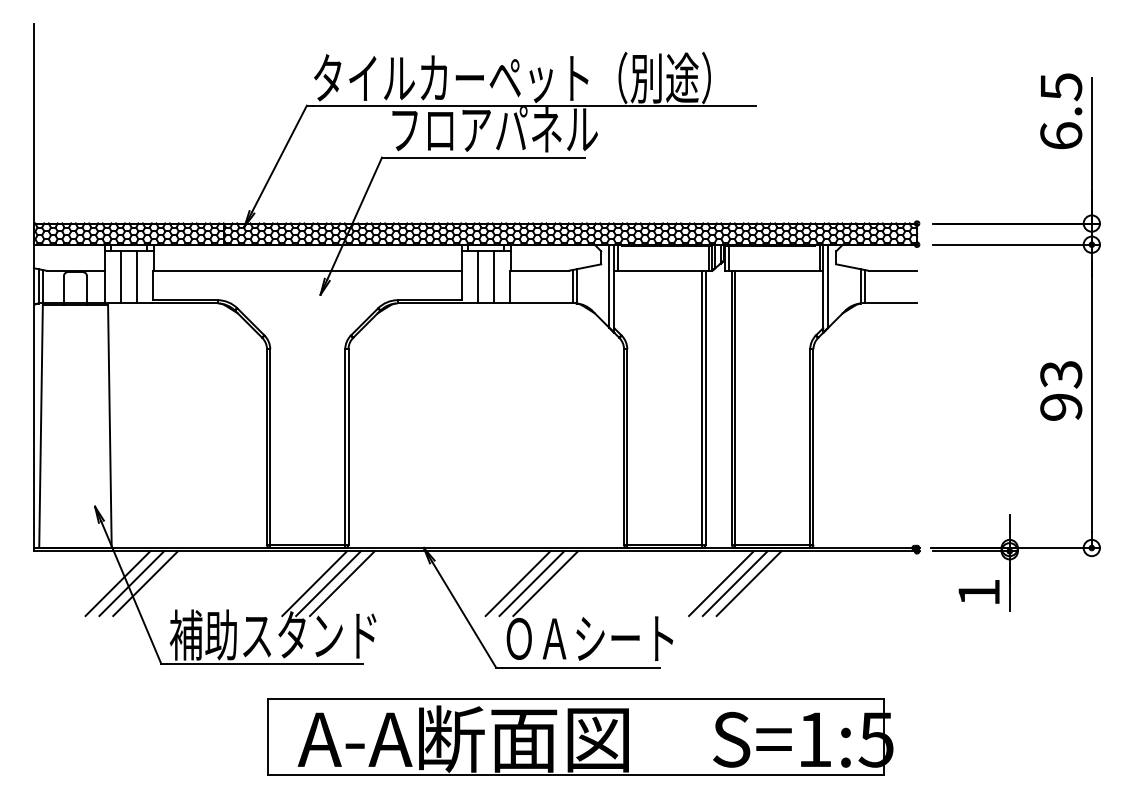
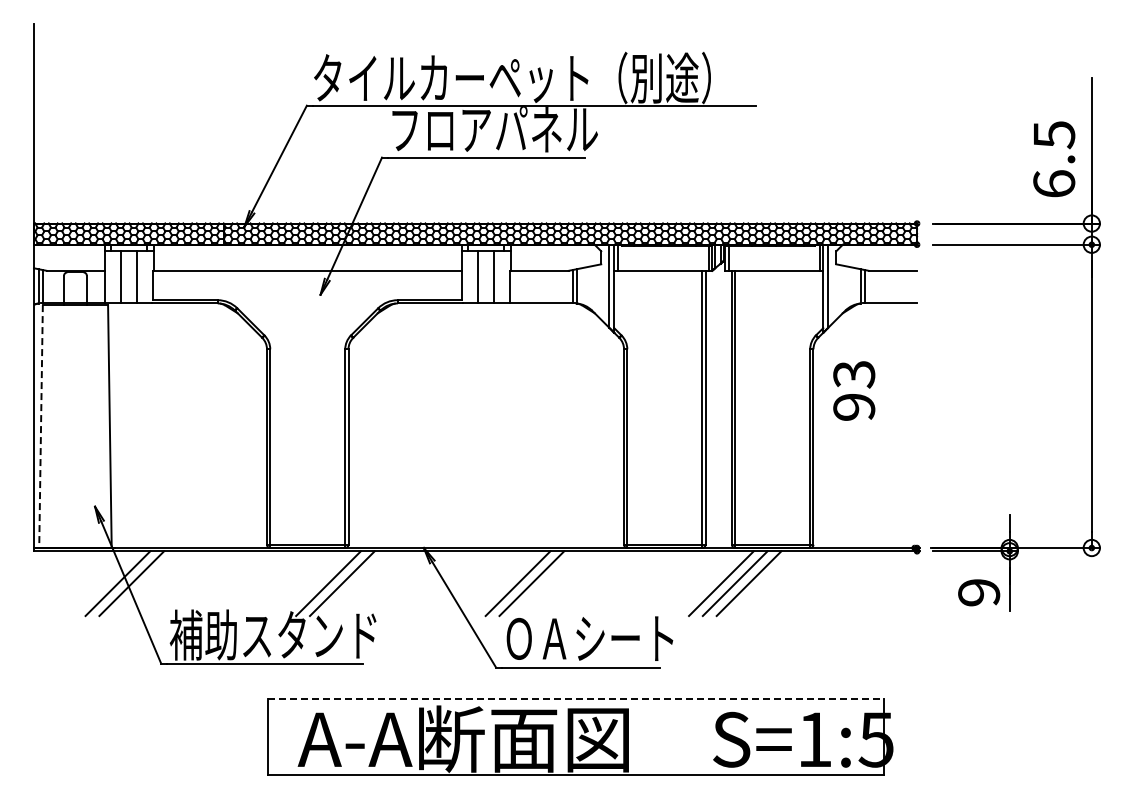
text at (1061, 111) position: (1061, 111) -> (1054, 159)
text at (1061, 390) position: (1061, 390) -> (854, 390)
line at (41, 427): solid -> dashed
line at (145, 583): present -> none
line at (314, 583): present -> none
line at (545, 583): present -> none
text at (979, 592): 1 -> 9
line at (575, 698): solid -> dashed
